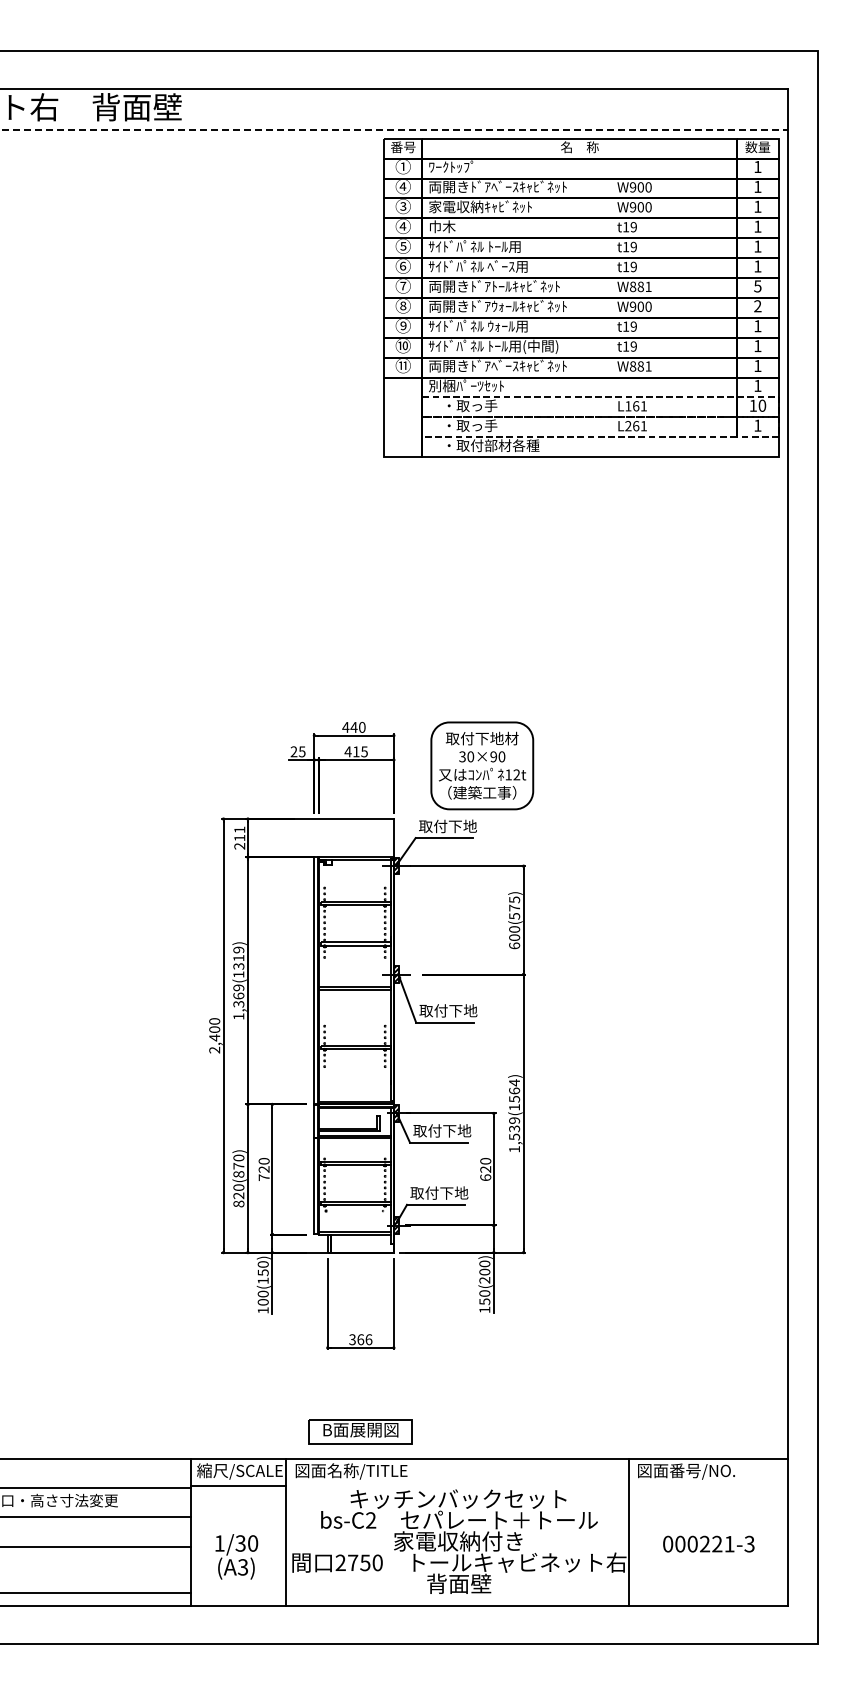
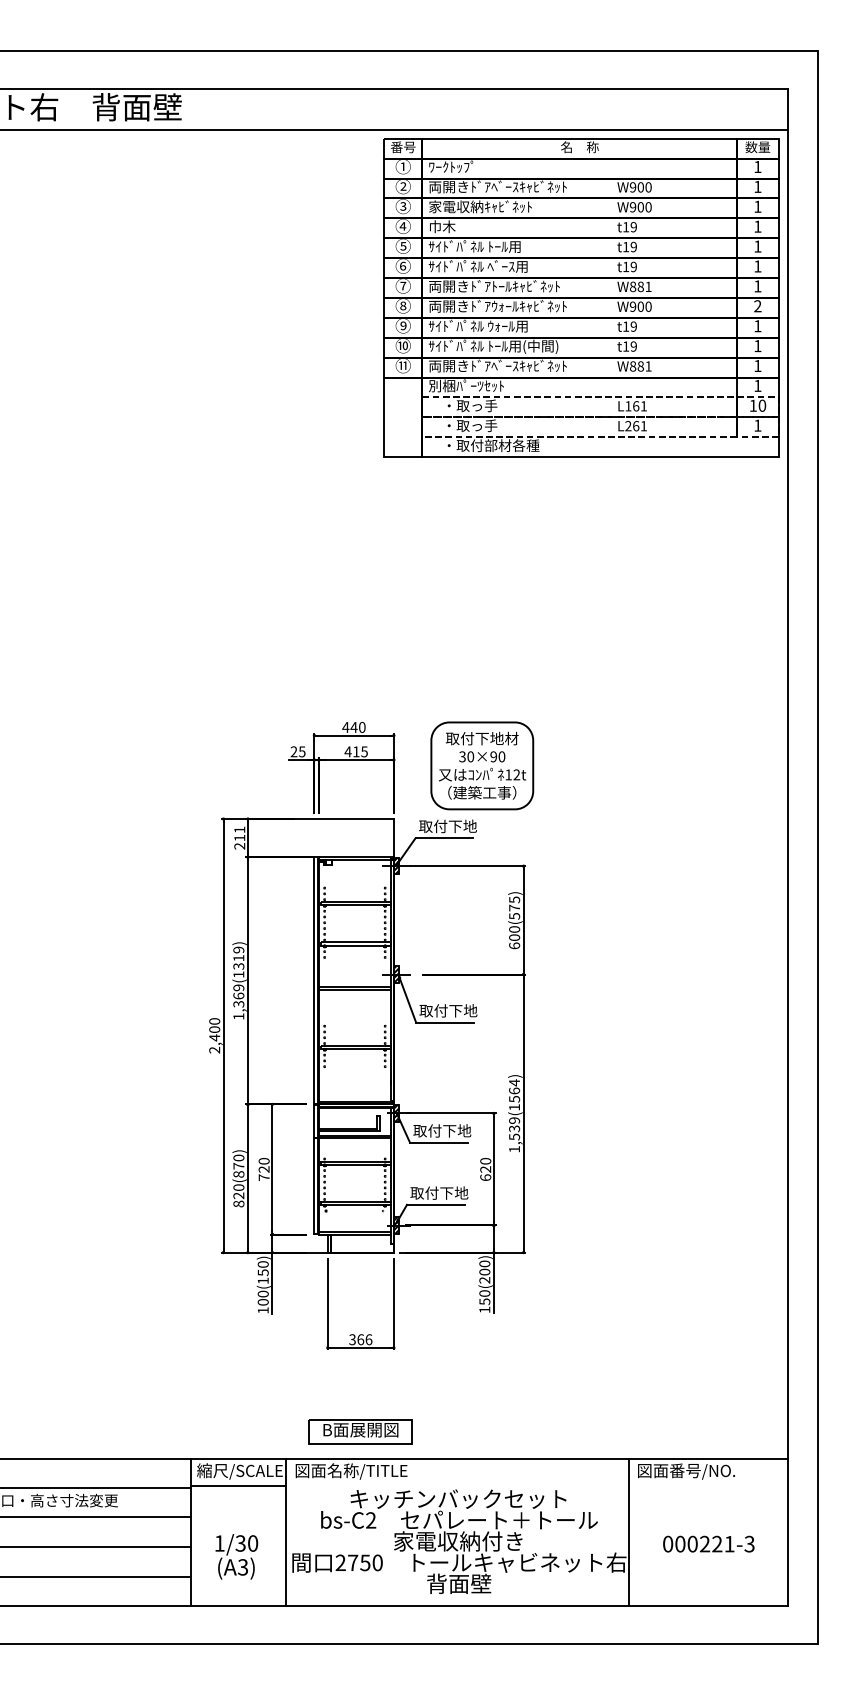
line at (394, 129): dashed -> solid
text at (402, 186): ④ -> ②
text at (757, 286): 5 -> 1
line at (96, 1592) position: (96, 1592) -> (96, 1576)
